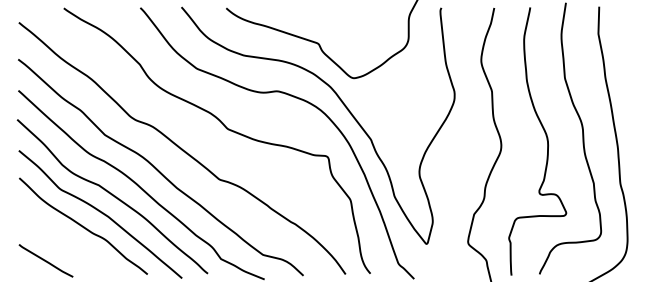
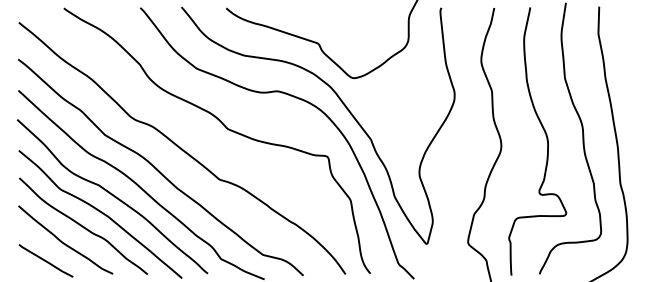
curve at (64, 242): none -> present
